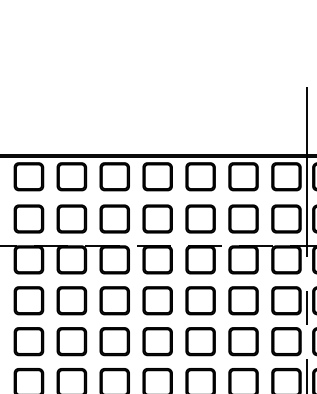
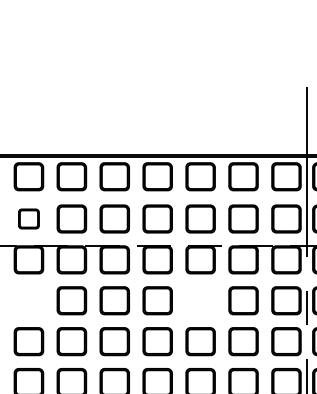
part at (28, 218) size: 32x30 px -> 22x22 px
part at (28, 300): present -> none
part at (200, 300): present -> none
